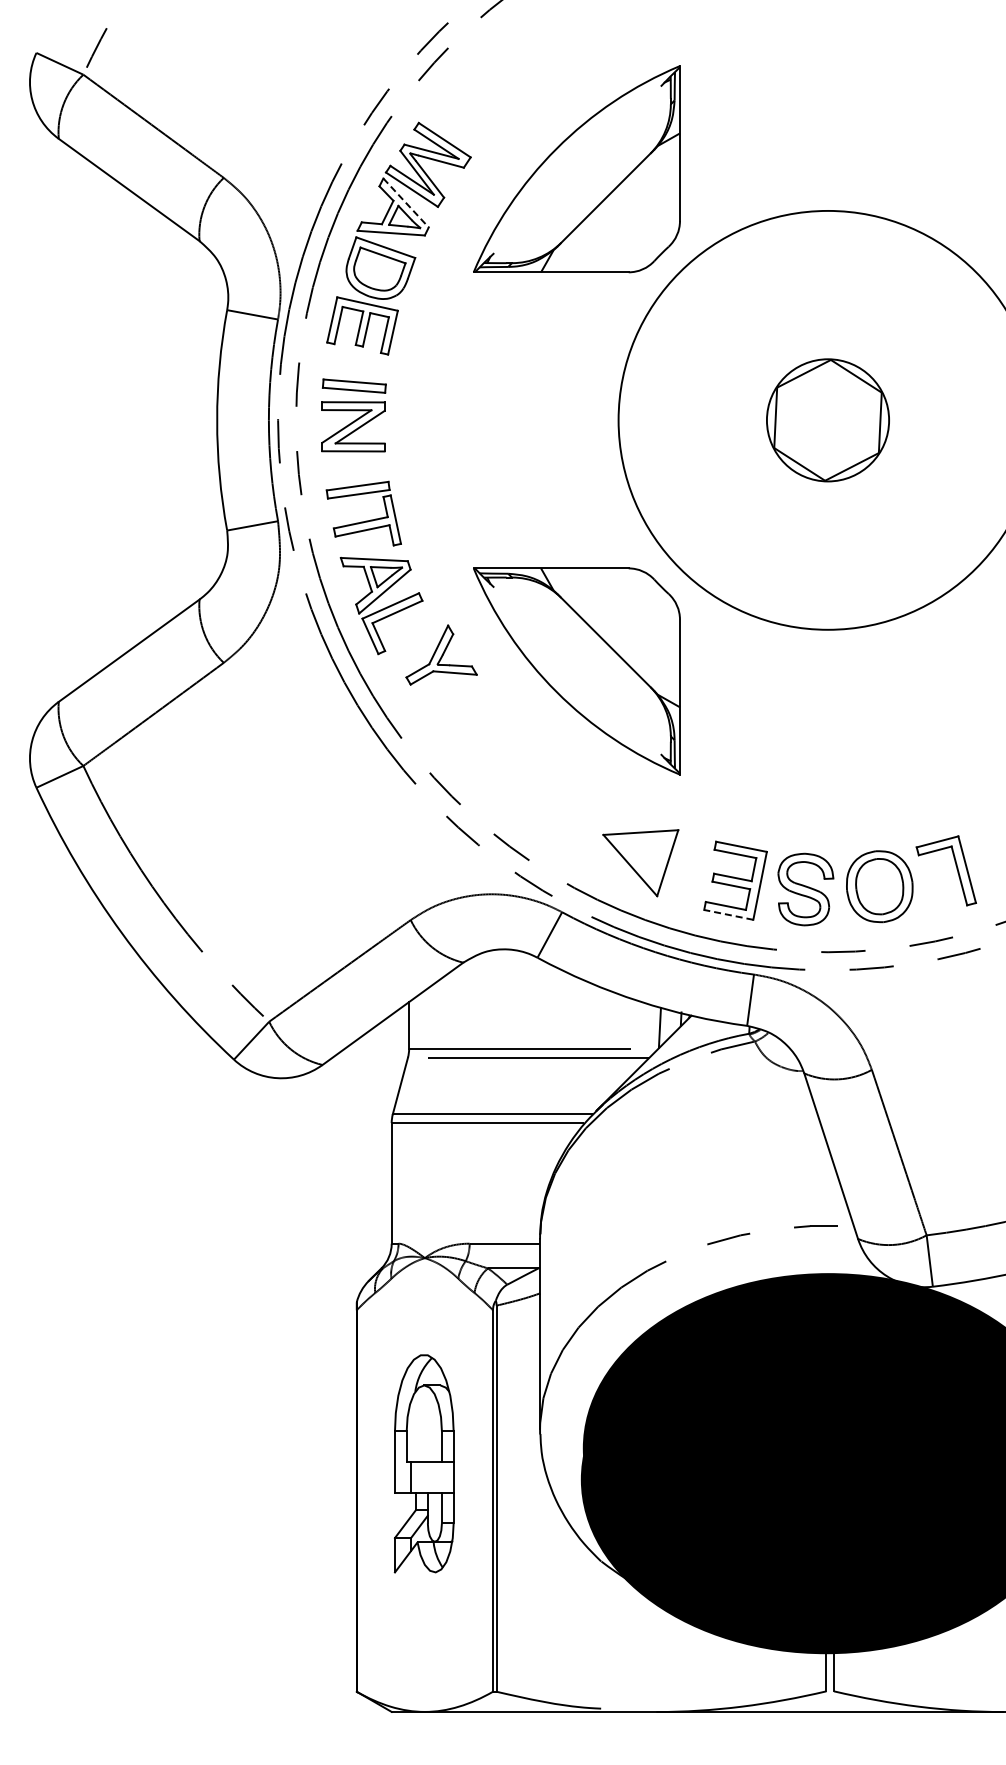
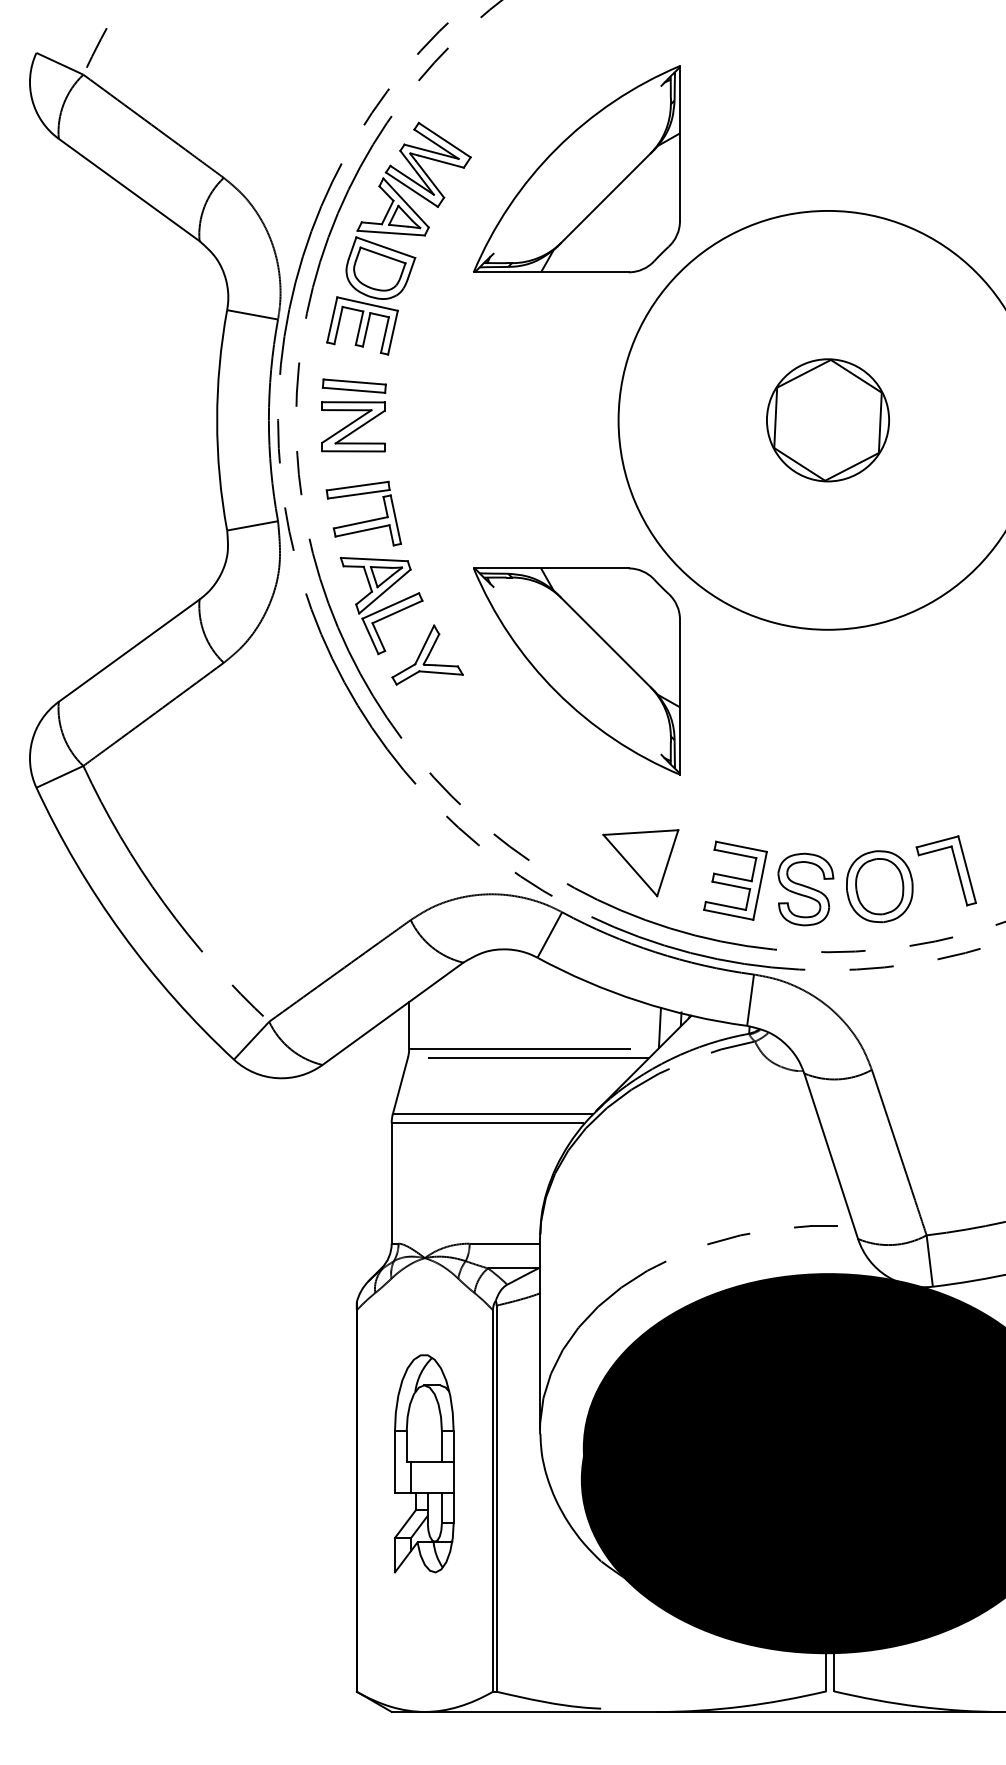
line at (406, 203): dashed -> solid
part at (441, 654) position: (441, 654) -> (427, 654)
line at (728, 914): dashed -> solid
